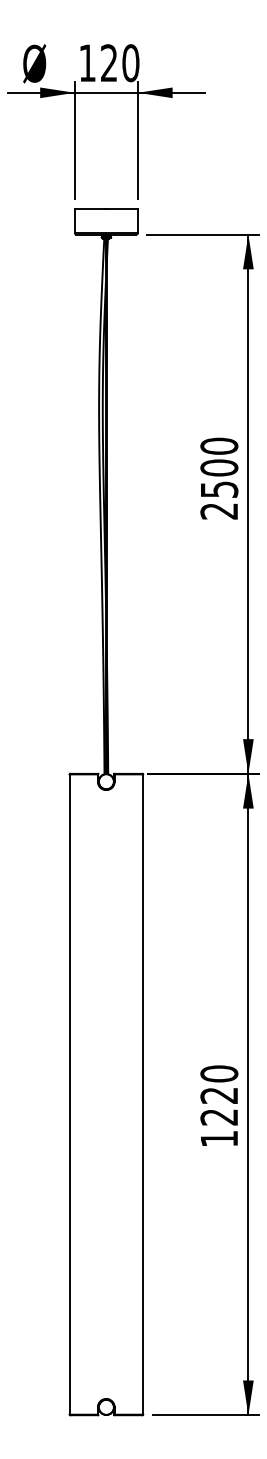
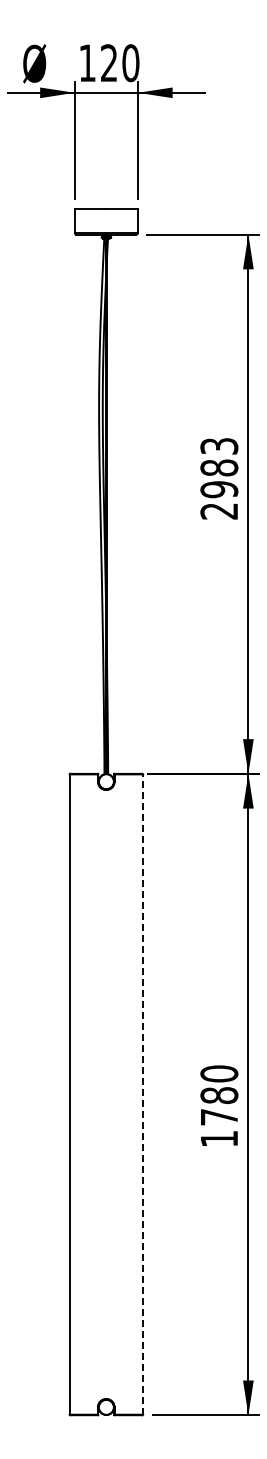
text at (219, 467): 2500 -> 2983
line at (143, 1094): solid -> dashed
text at (219, 1106): 1220 -> 1780
